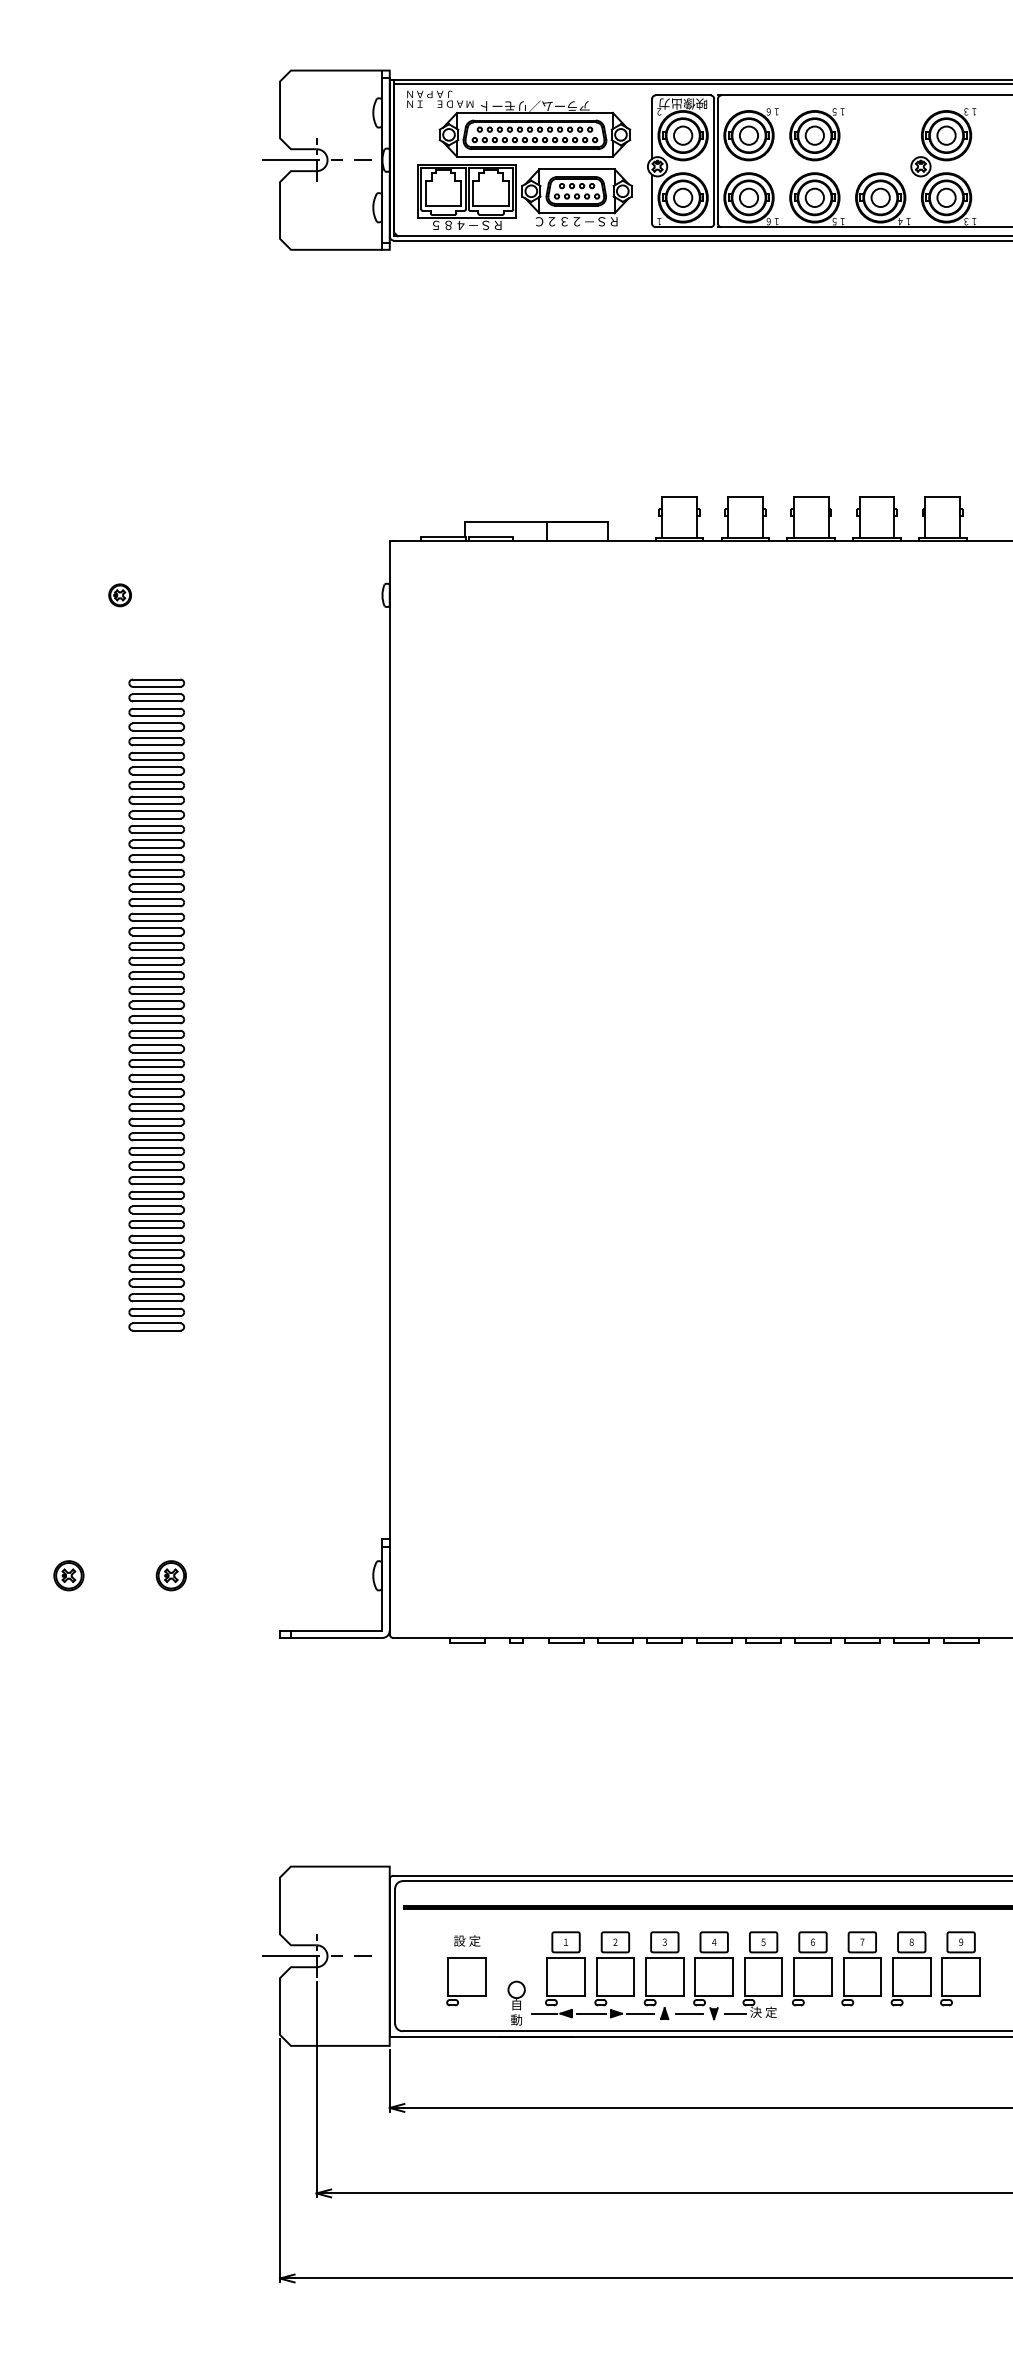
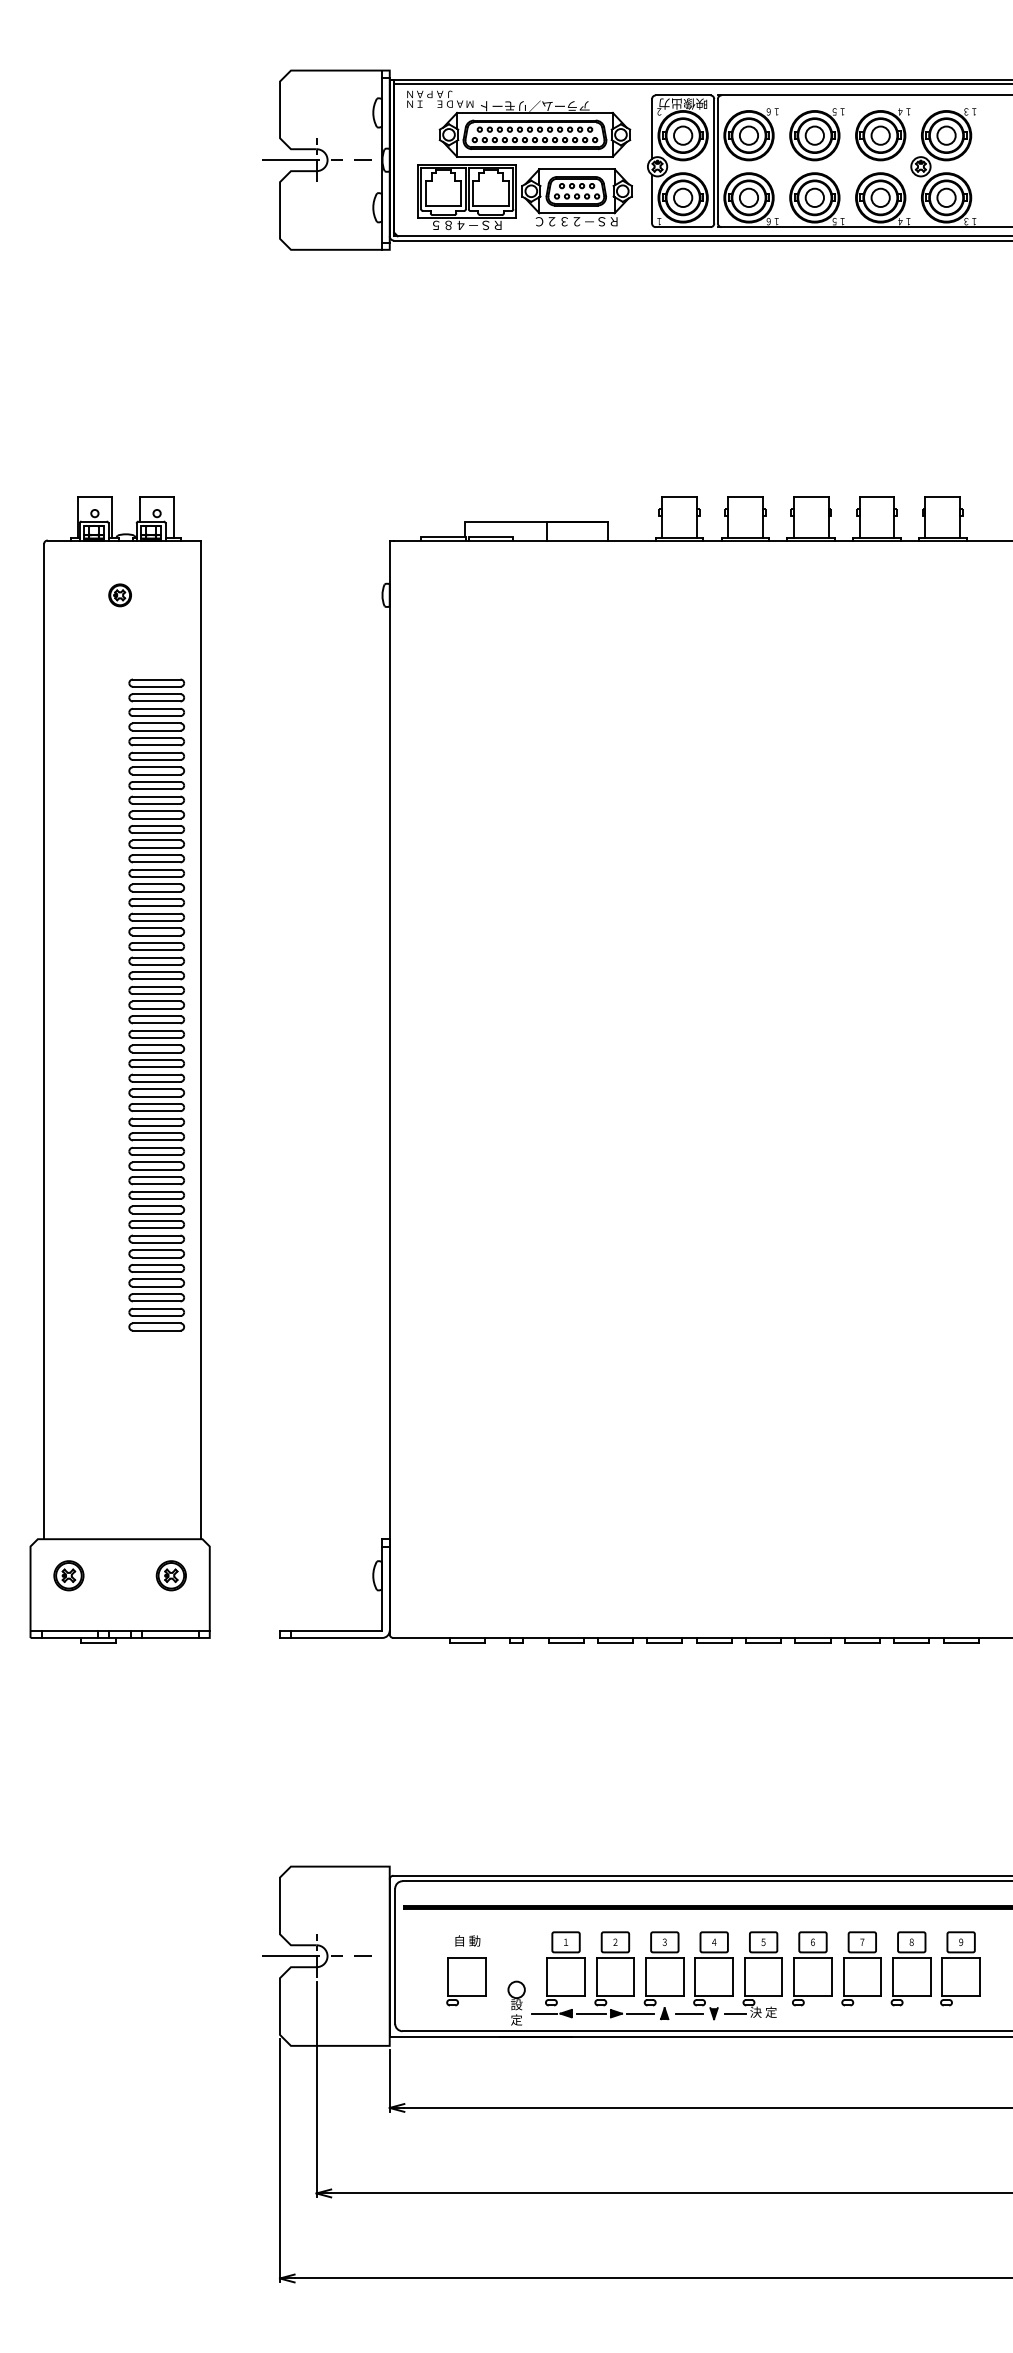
part at (882, 134): none -> present
part at (119, 1069): none -> present
text at (467, 1940): 設 定 -> 自 動
text at (516, 2012): 自 動 -> 設 定
